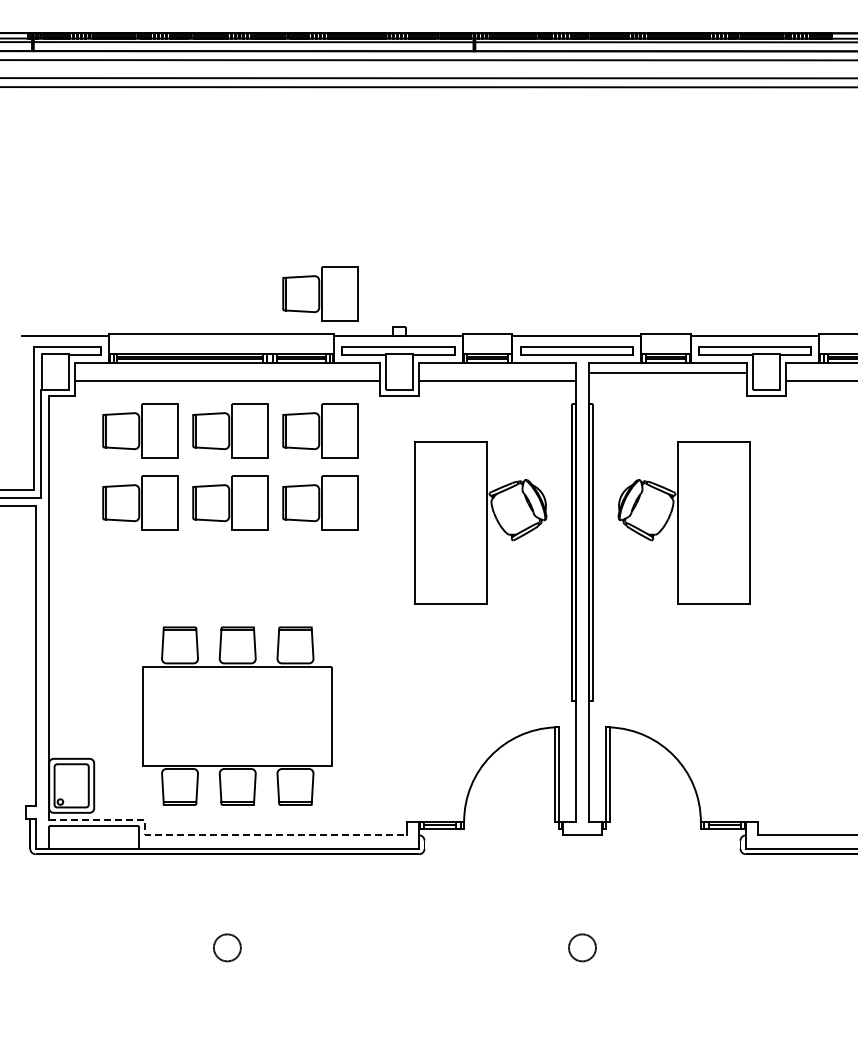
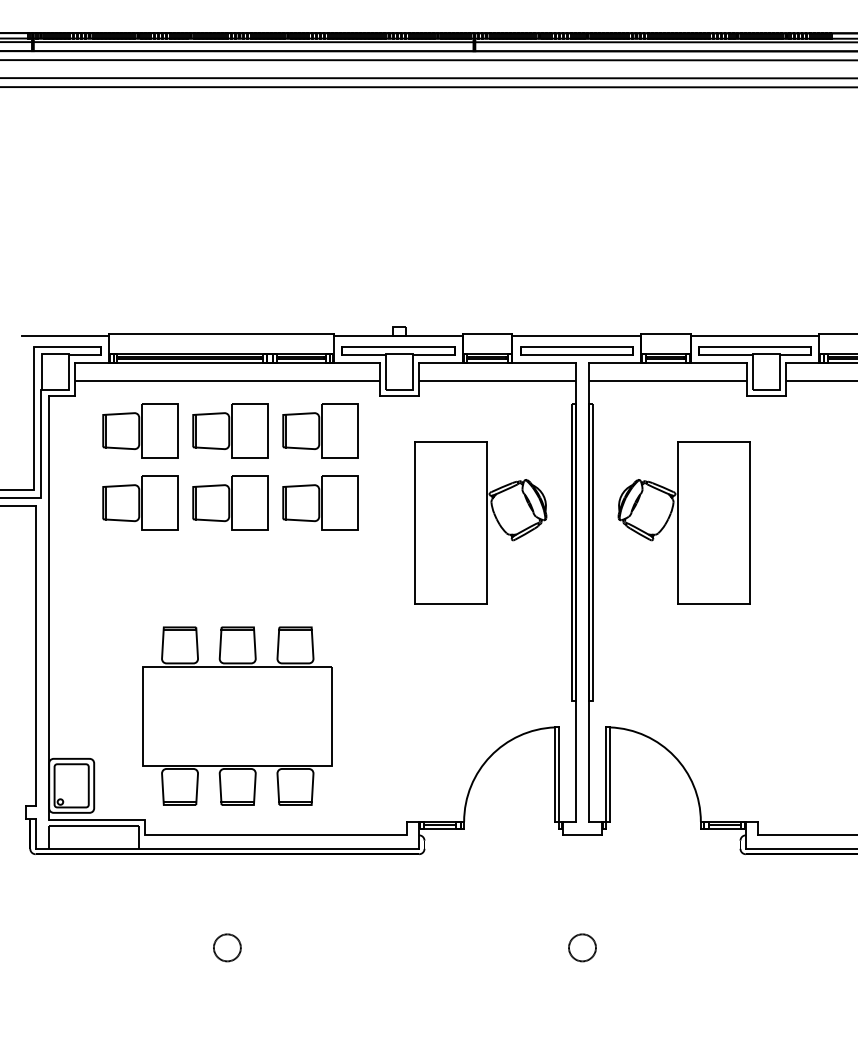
part at (320, 293): present -> none
line at (667, 372) position: (667, 372) -> (667, 380)
line at (219, 835): dashed -> solid
